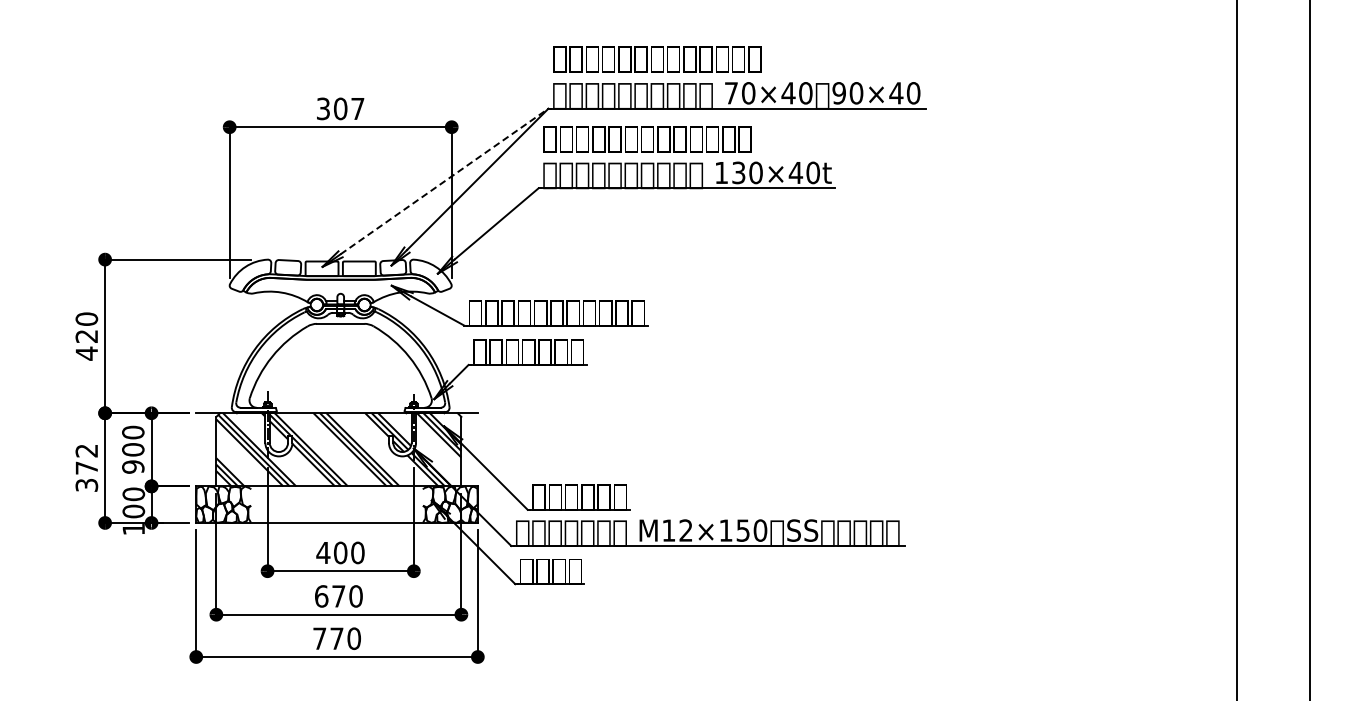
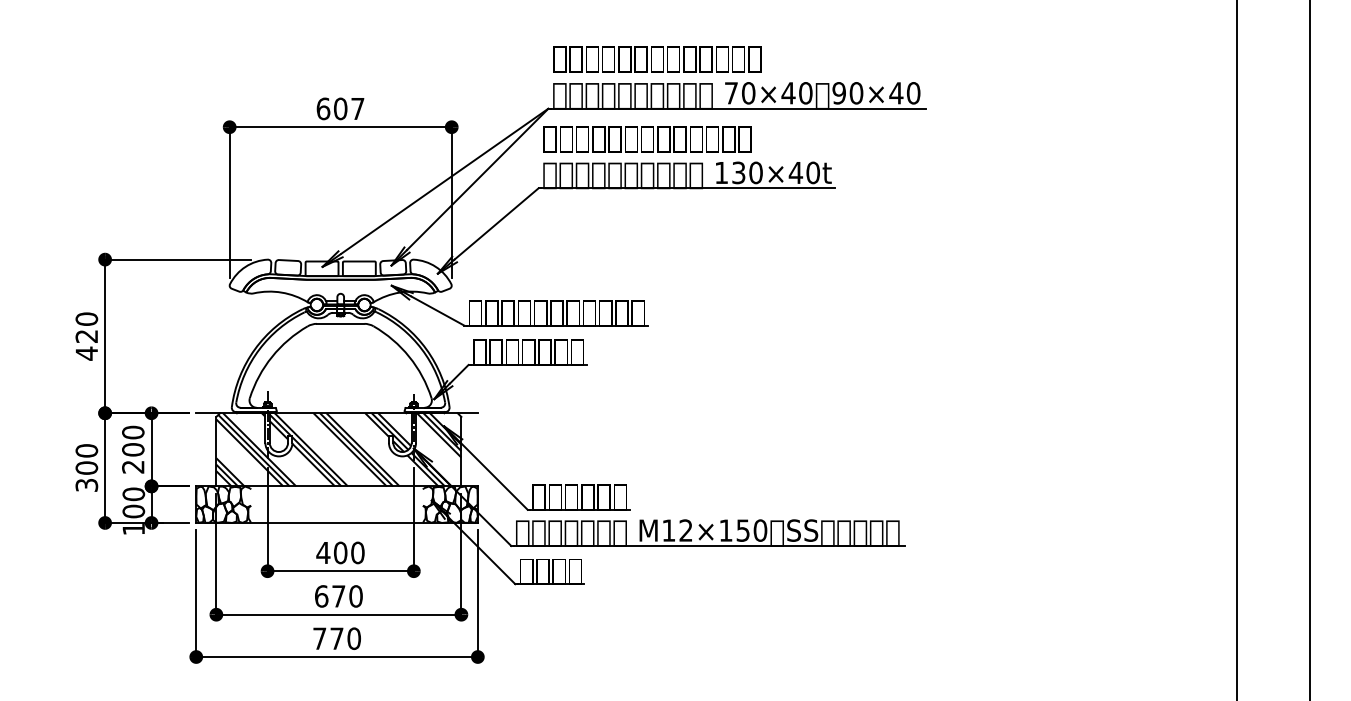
text at (323, 108): 307 -> 607
line at (444, 181): dashed -> solid
text at (86, 459): 372 -> 300
text at (133, 466): 900 -> 200
